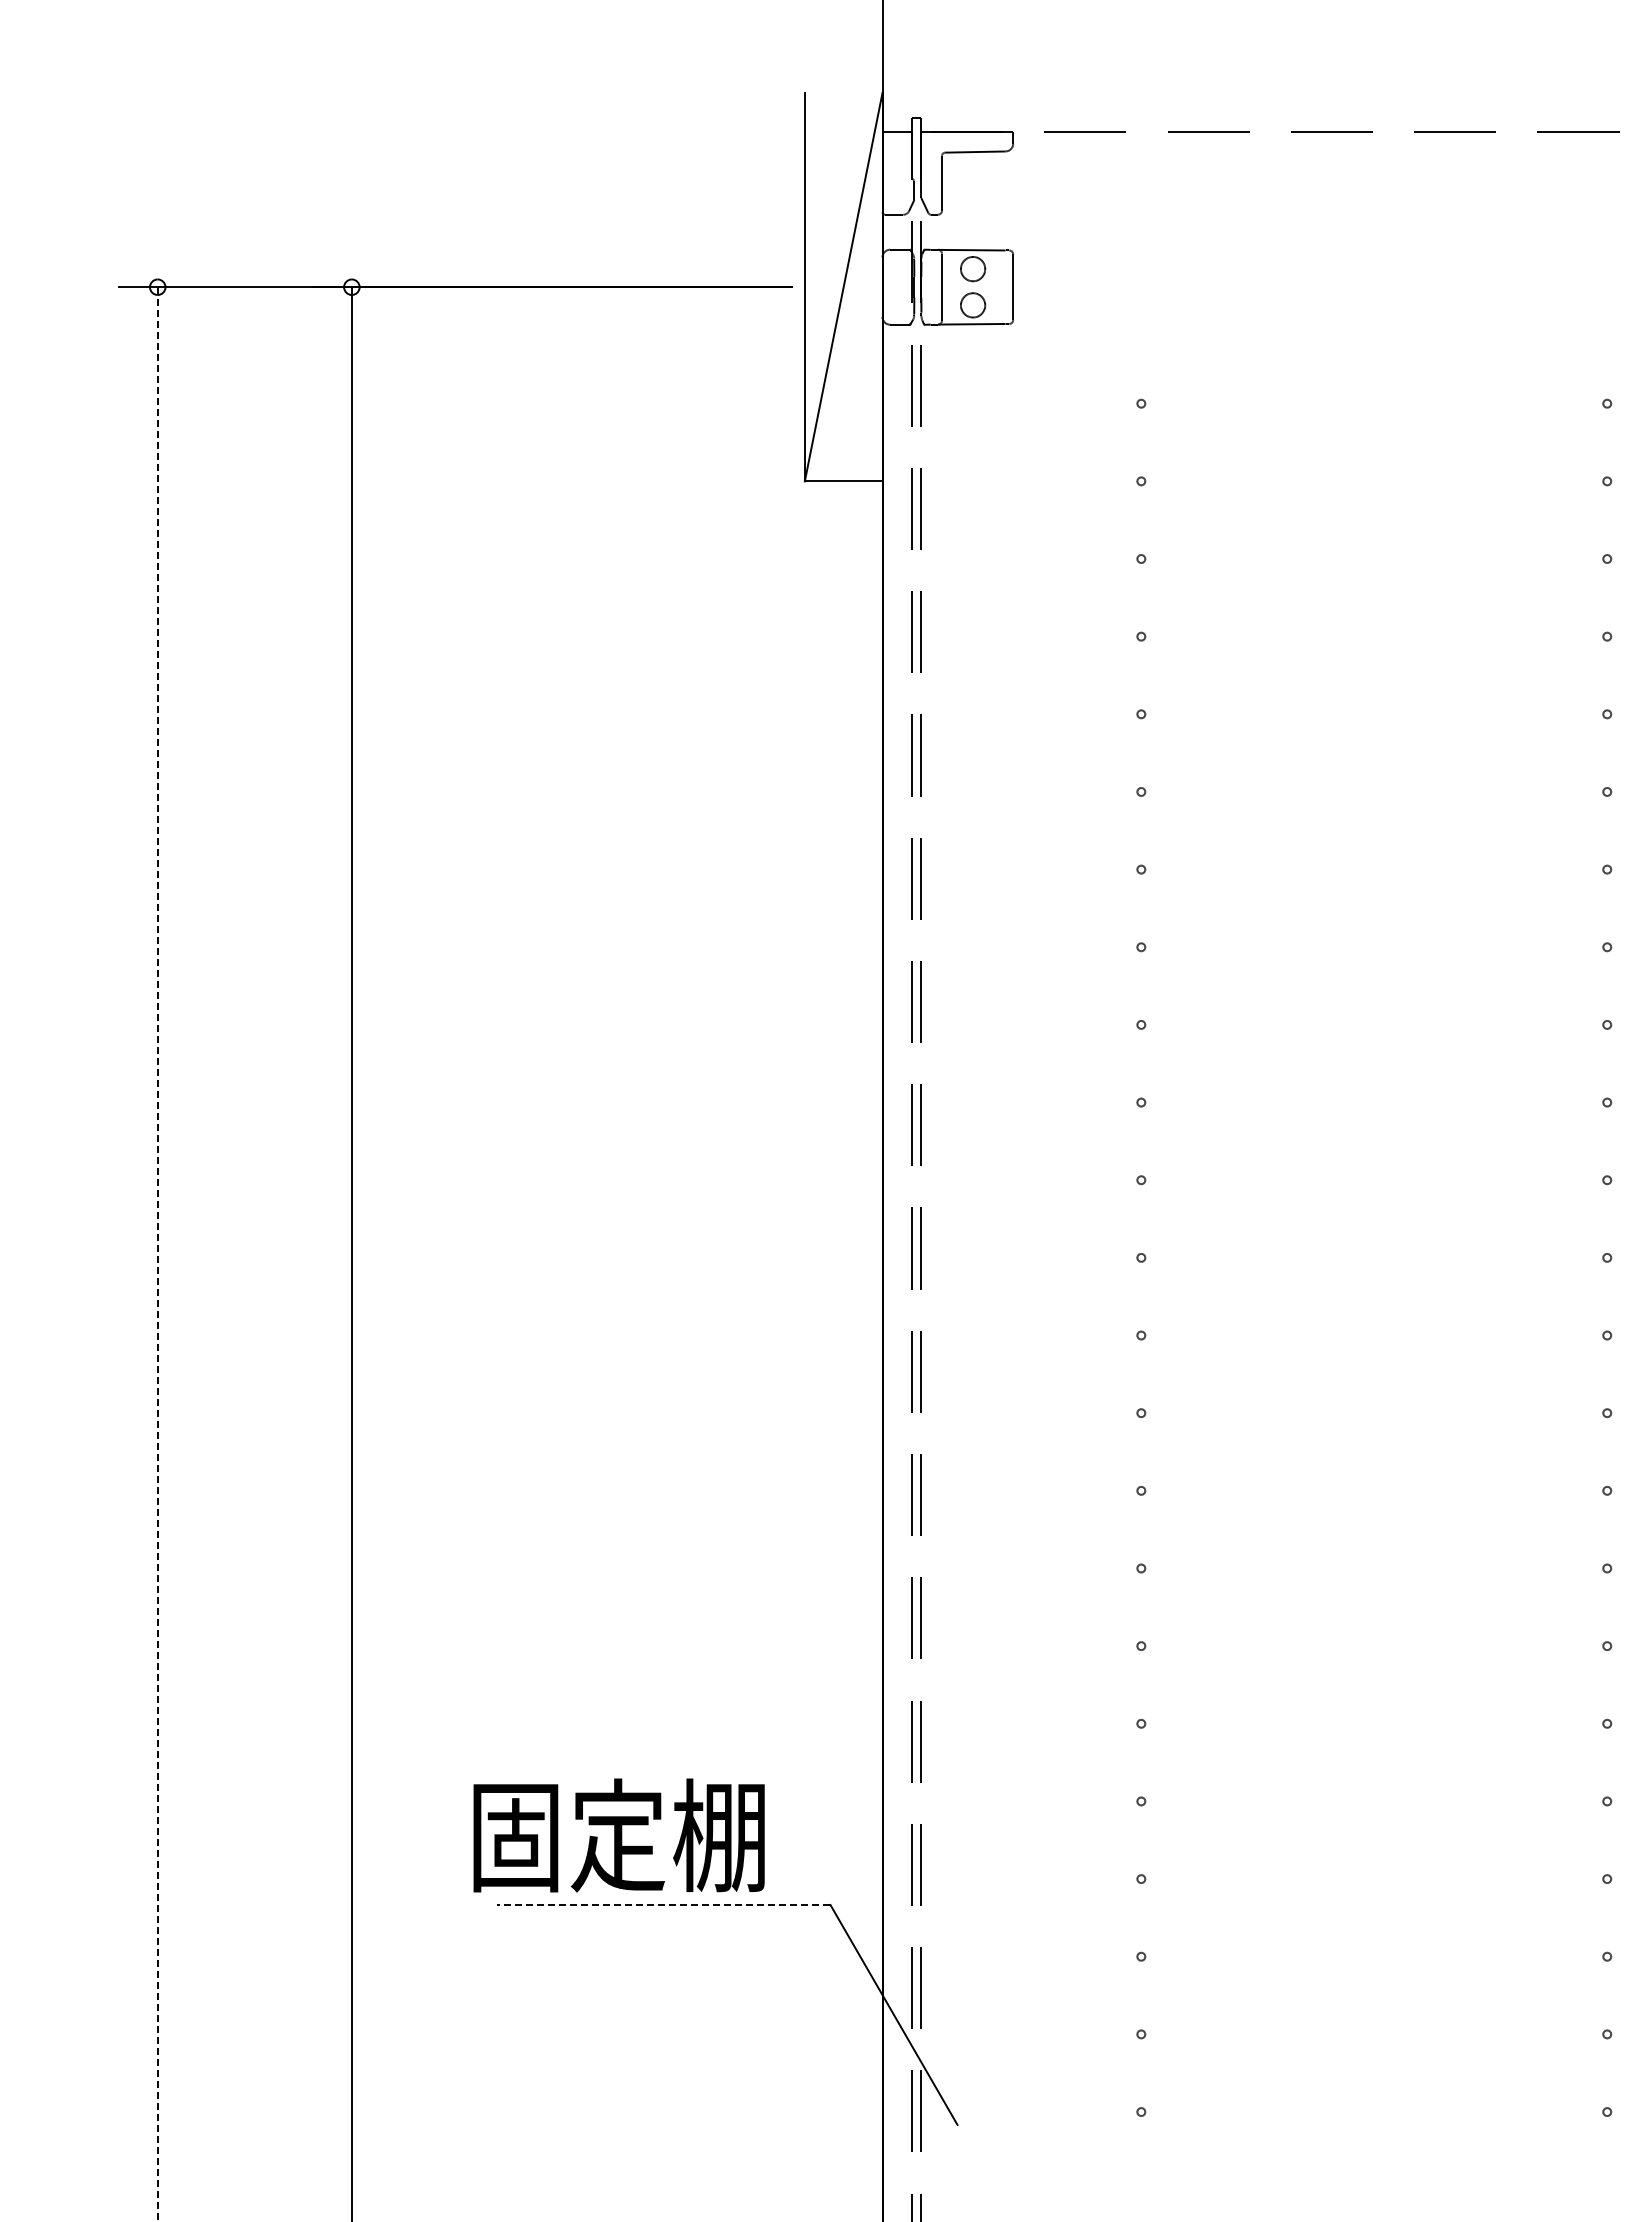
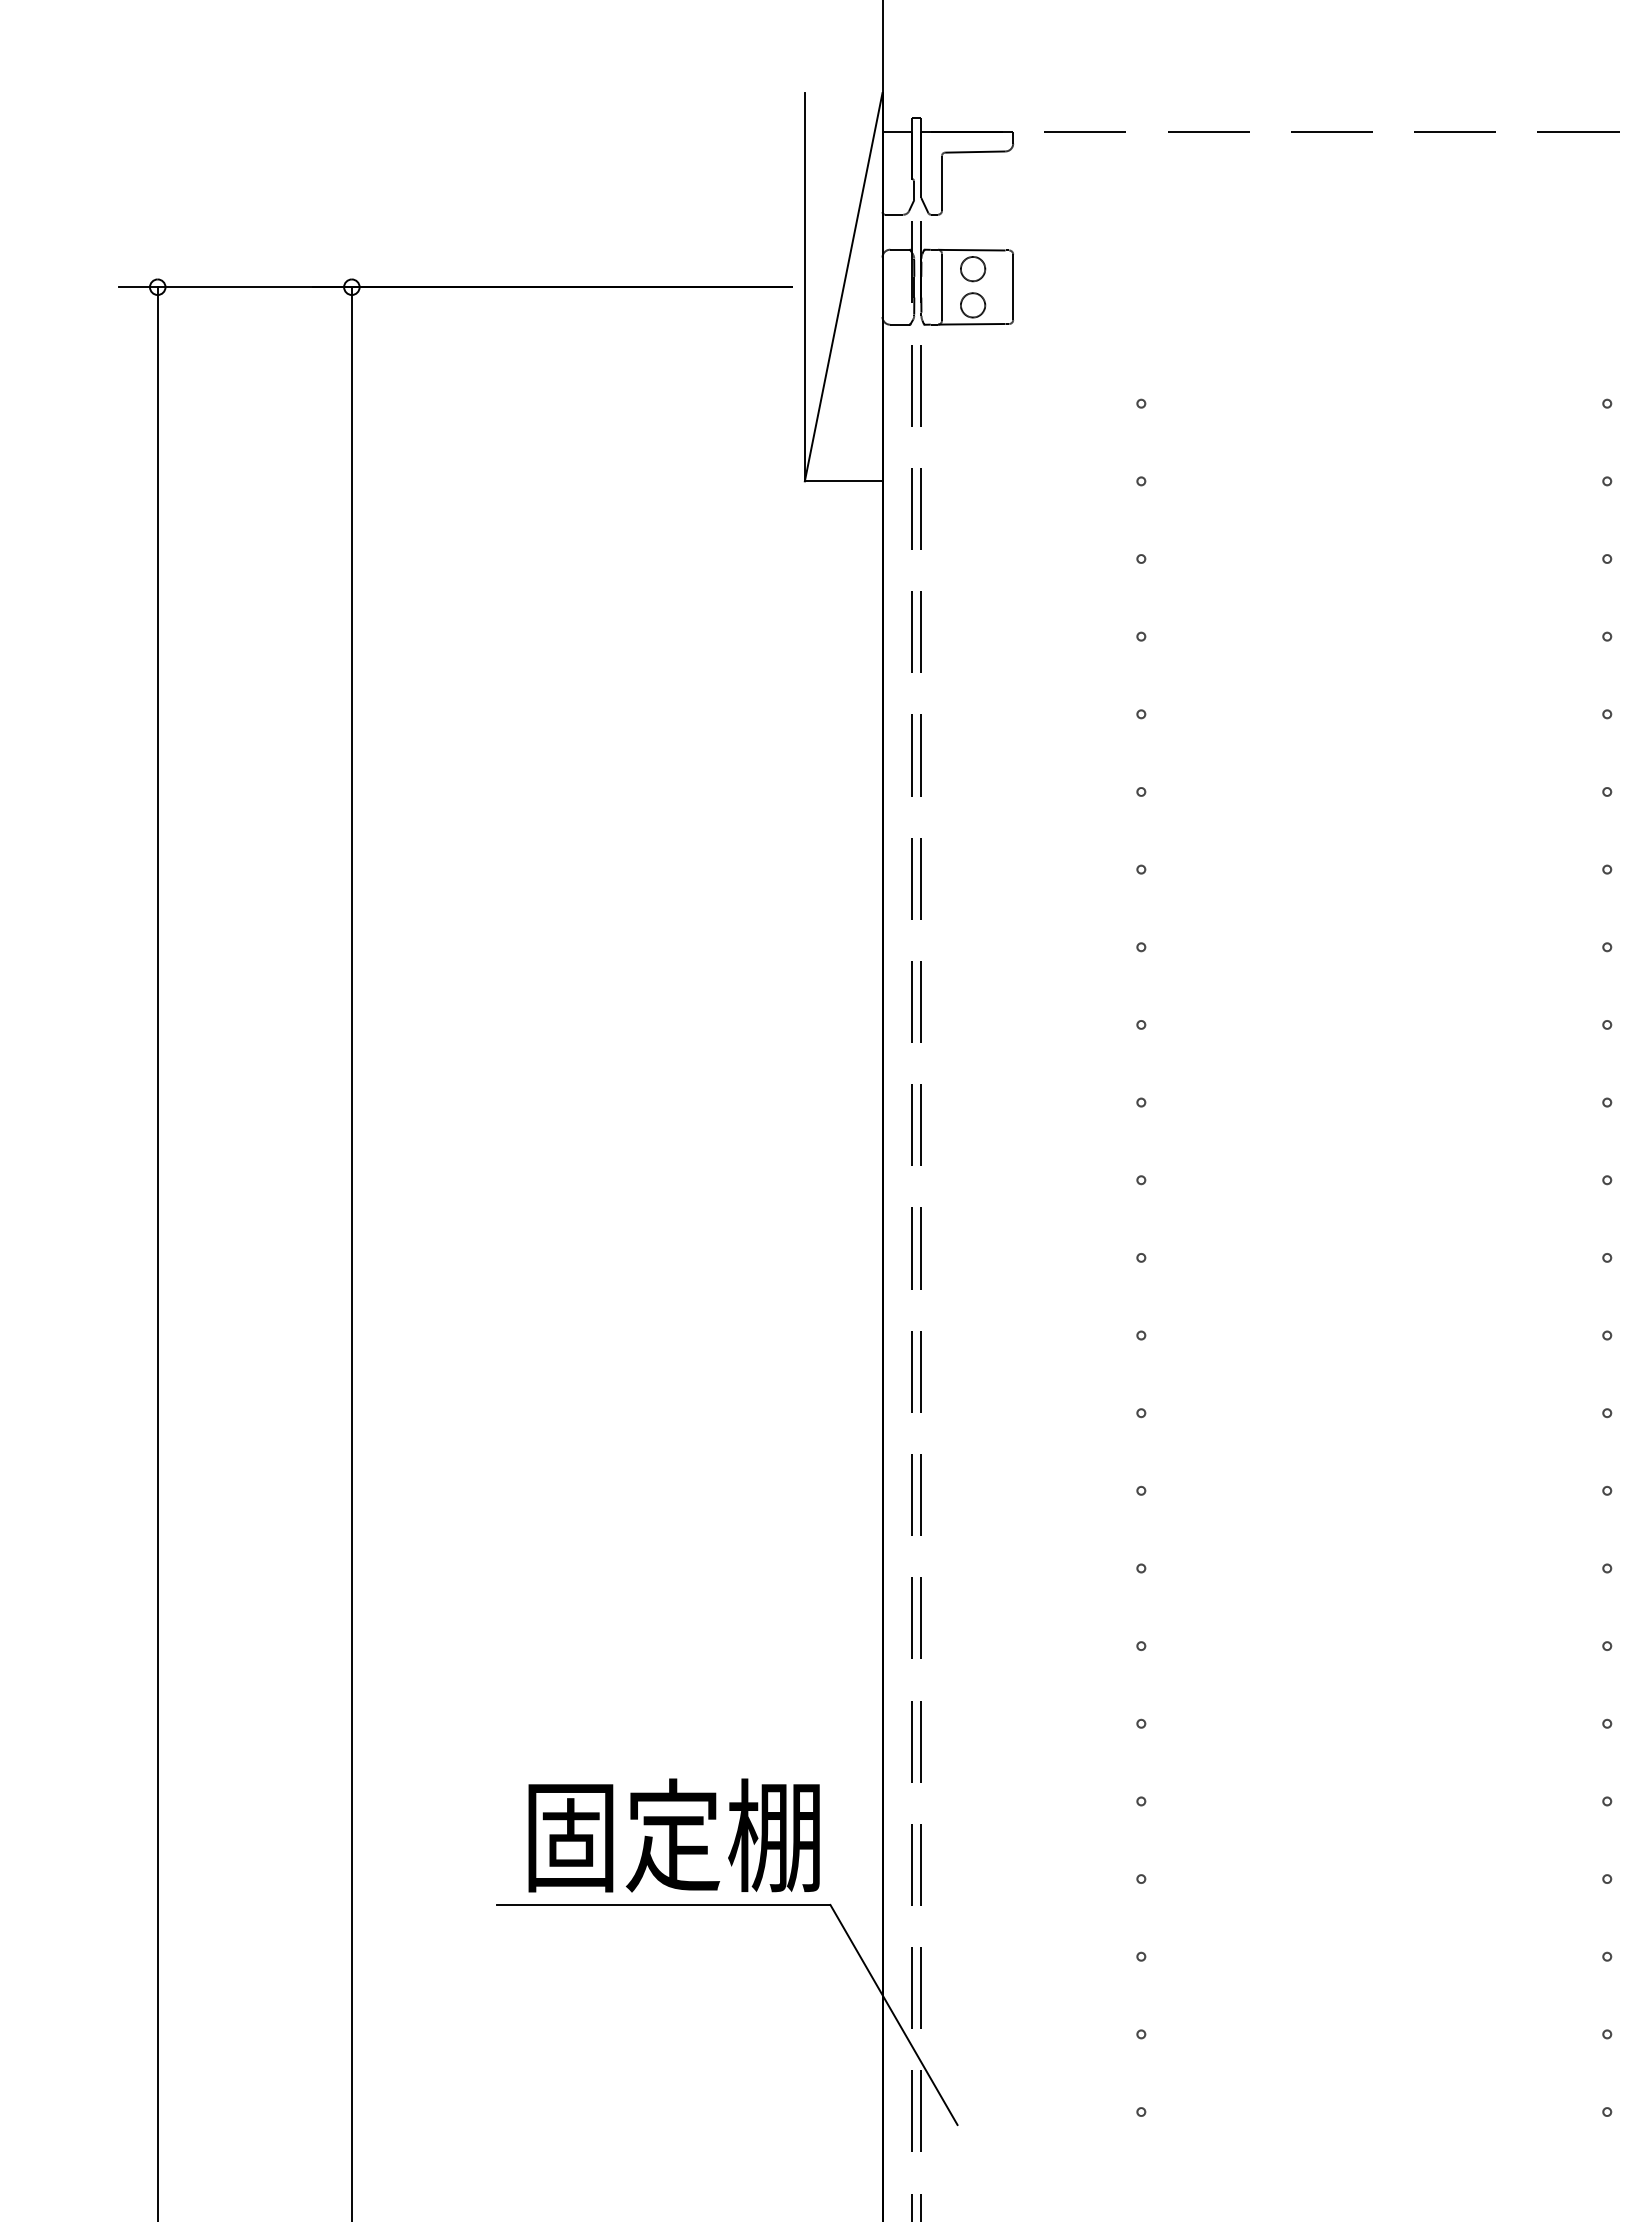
line at (157, 1254): dashed -> solid
text at (618, 1835) position: (618, 1835) -> (673, 1835)
line at (663, 1904): dashed -> solid
